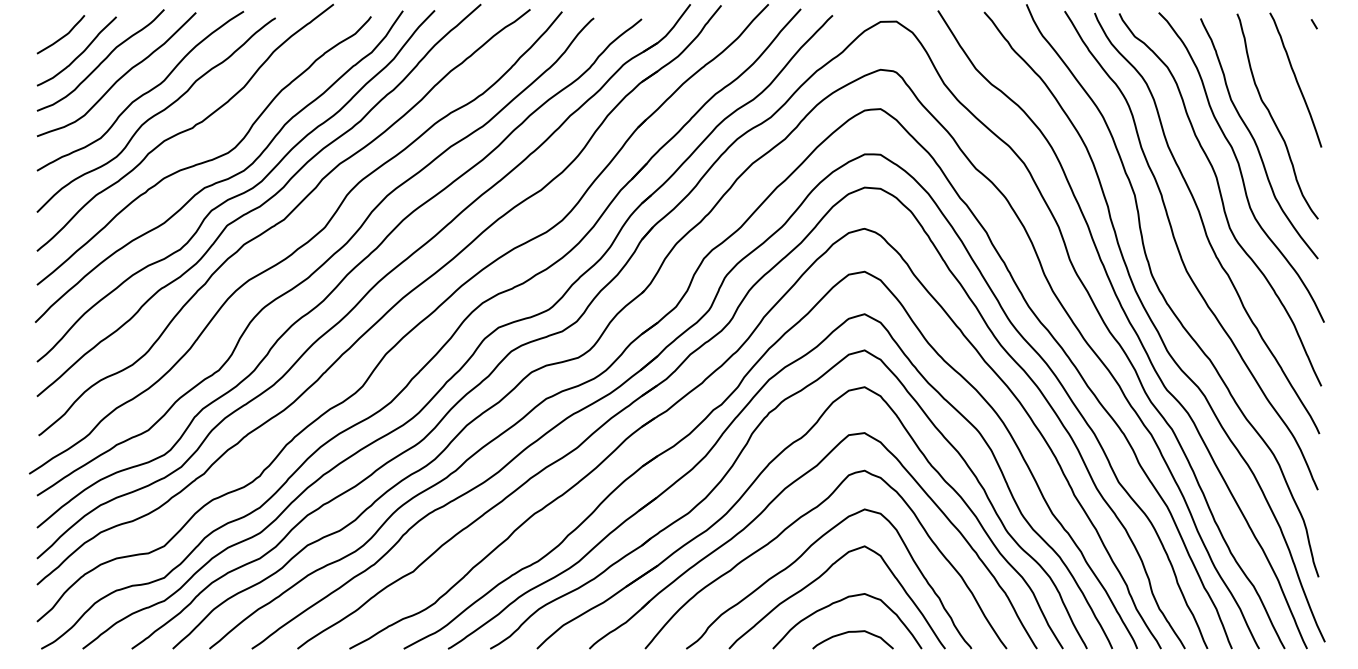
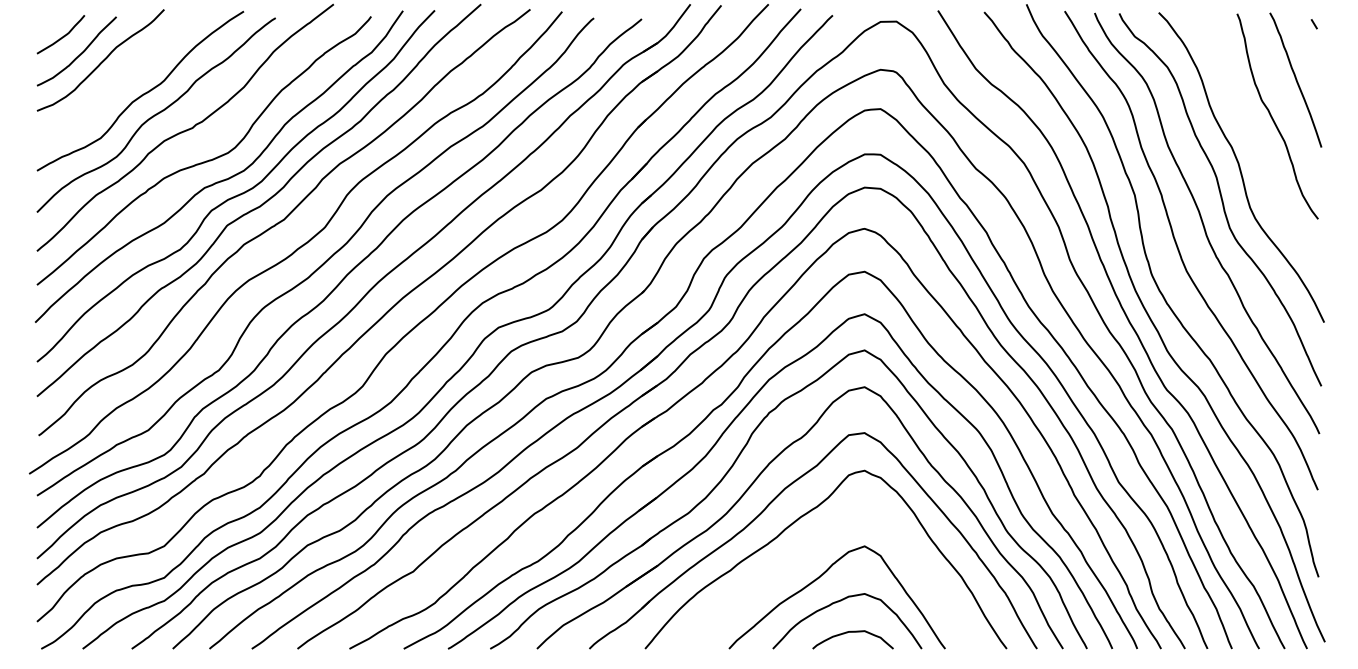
curve at (119, 77): present -> none
curve at (1255, 140): present -> none
curve at (804, 553): present -> none
